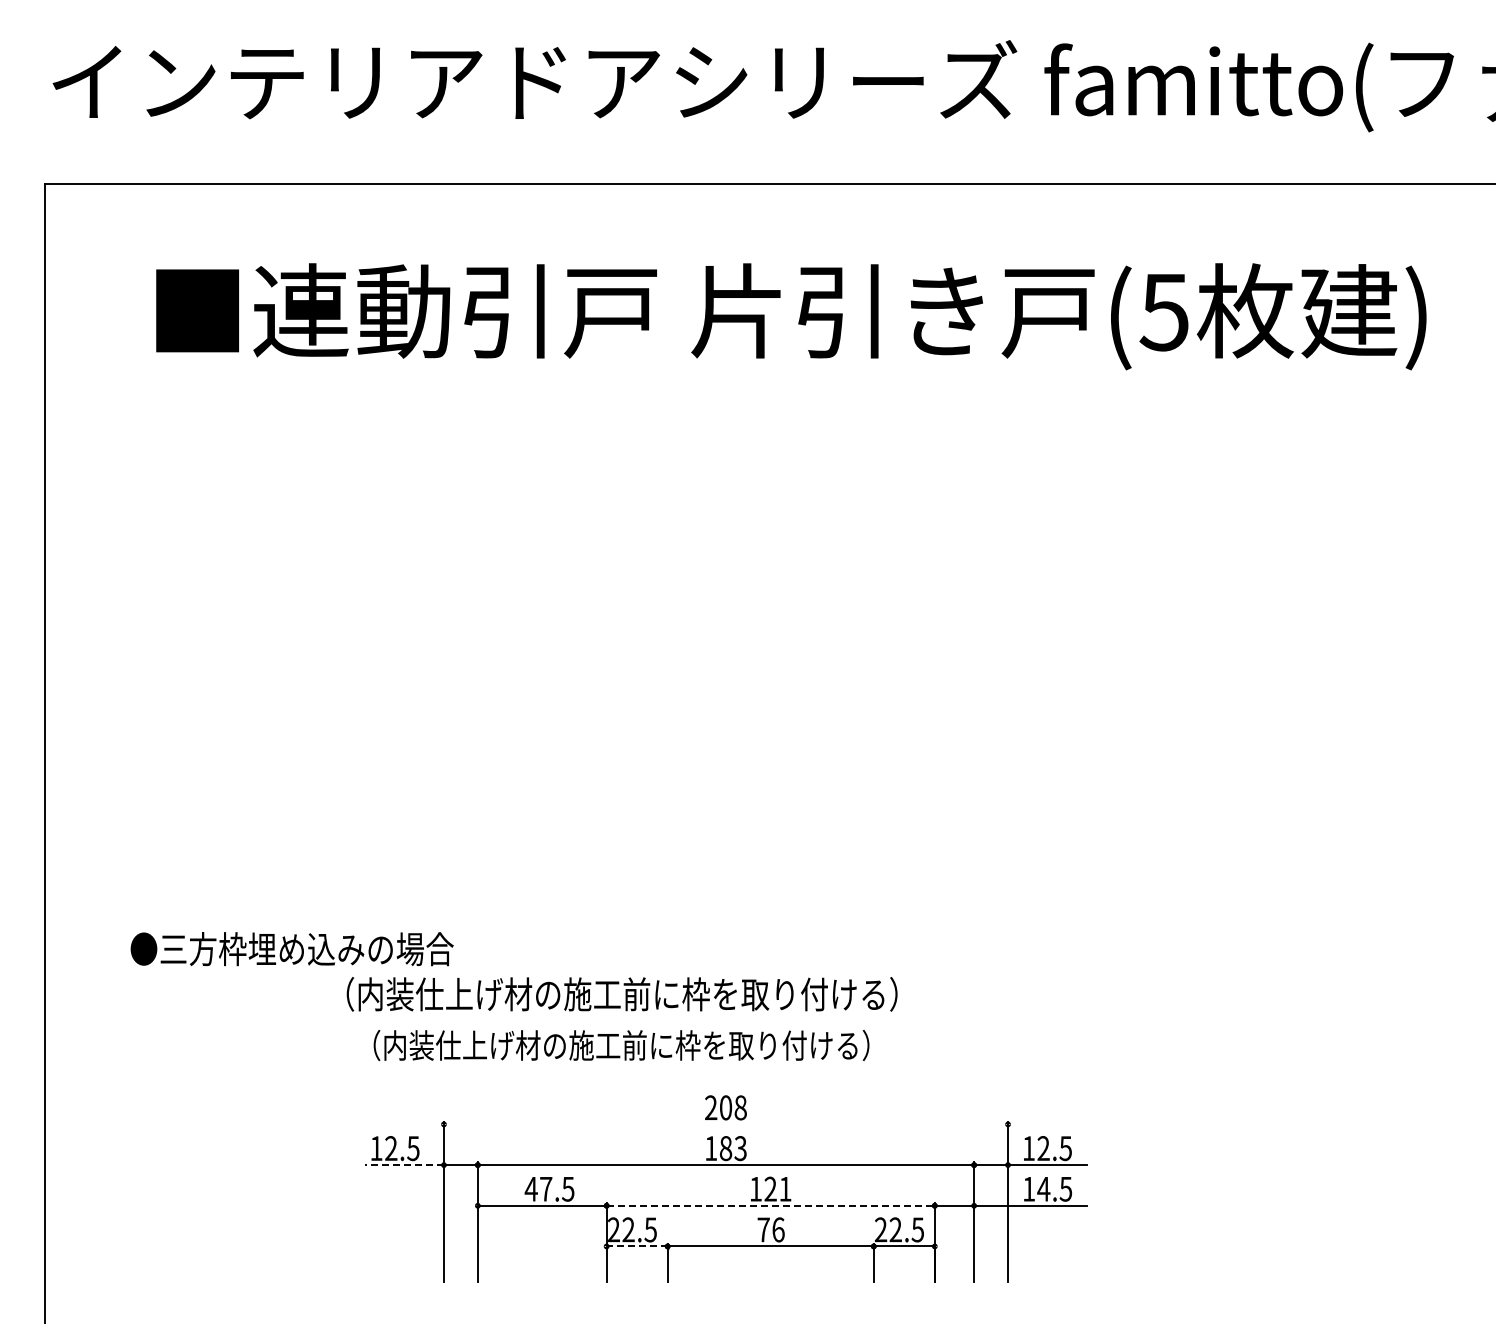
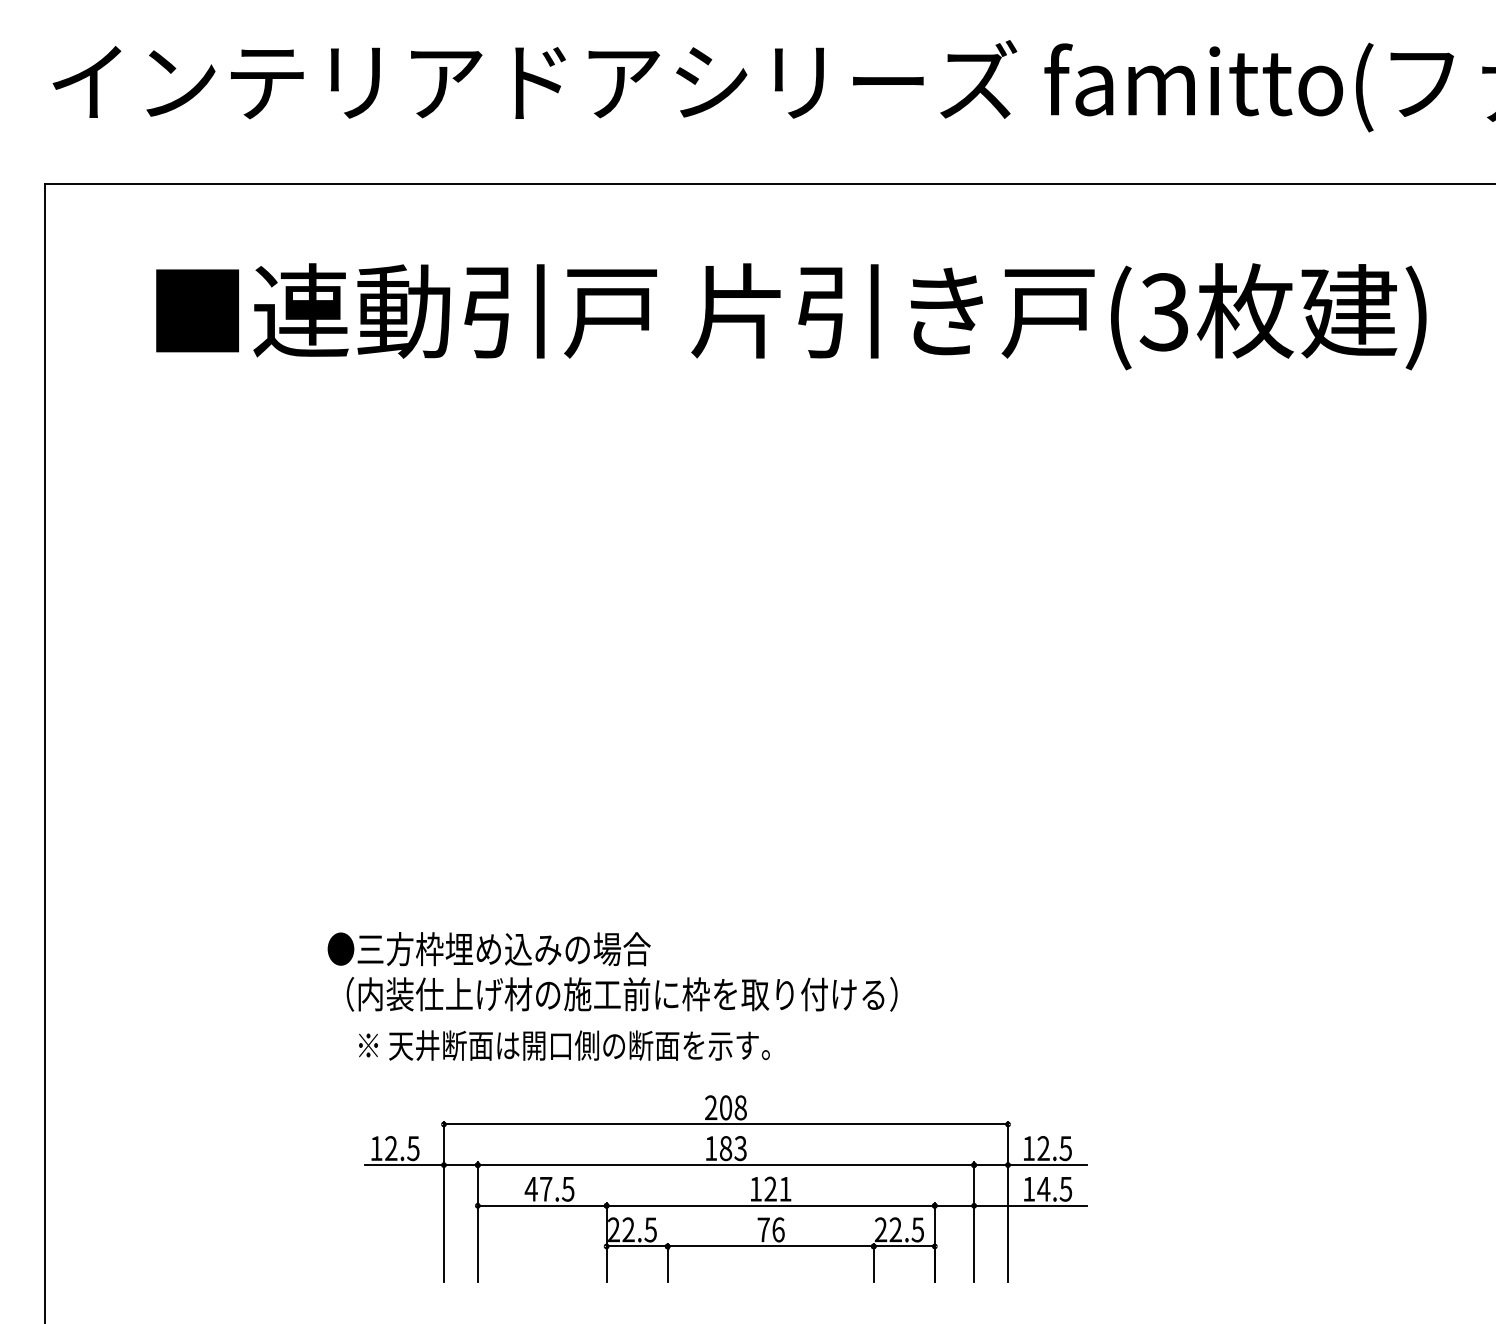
text at (1163, 312): (5 -> (3
text at (291, 949) position: (291, 949) -> (488, 949)
text at (614, 1045): （内装仕上げ材の施工前に枠を取り付ける） -> ※ 天井断面は開口側の断面を示す。
line at (725, 1124): none -> present
line at (404, 1165): dashed -> solid
line at (771, 1205): dashed -> solid
line at (637, 1246): dashed -> solid
